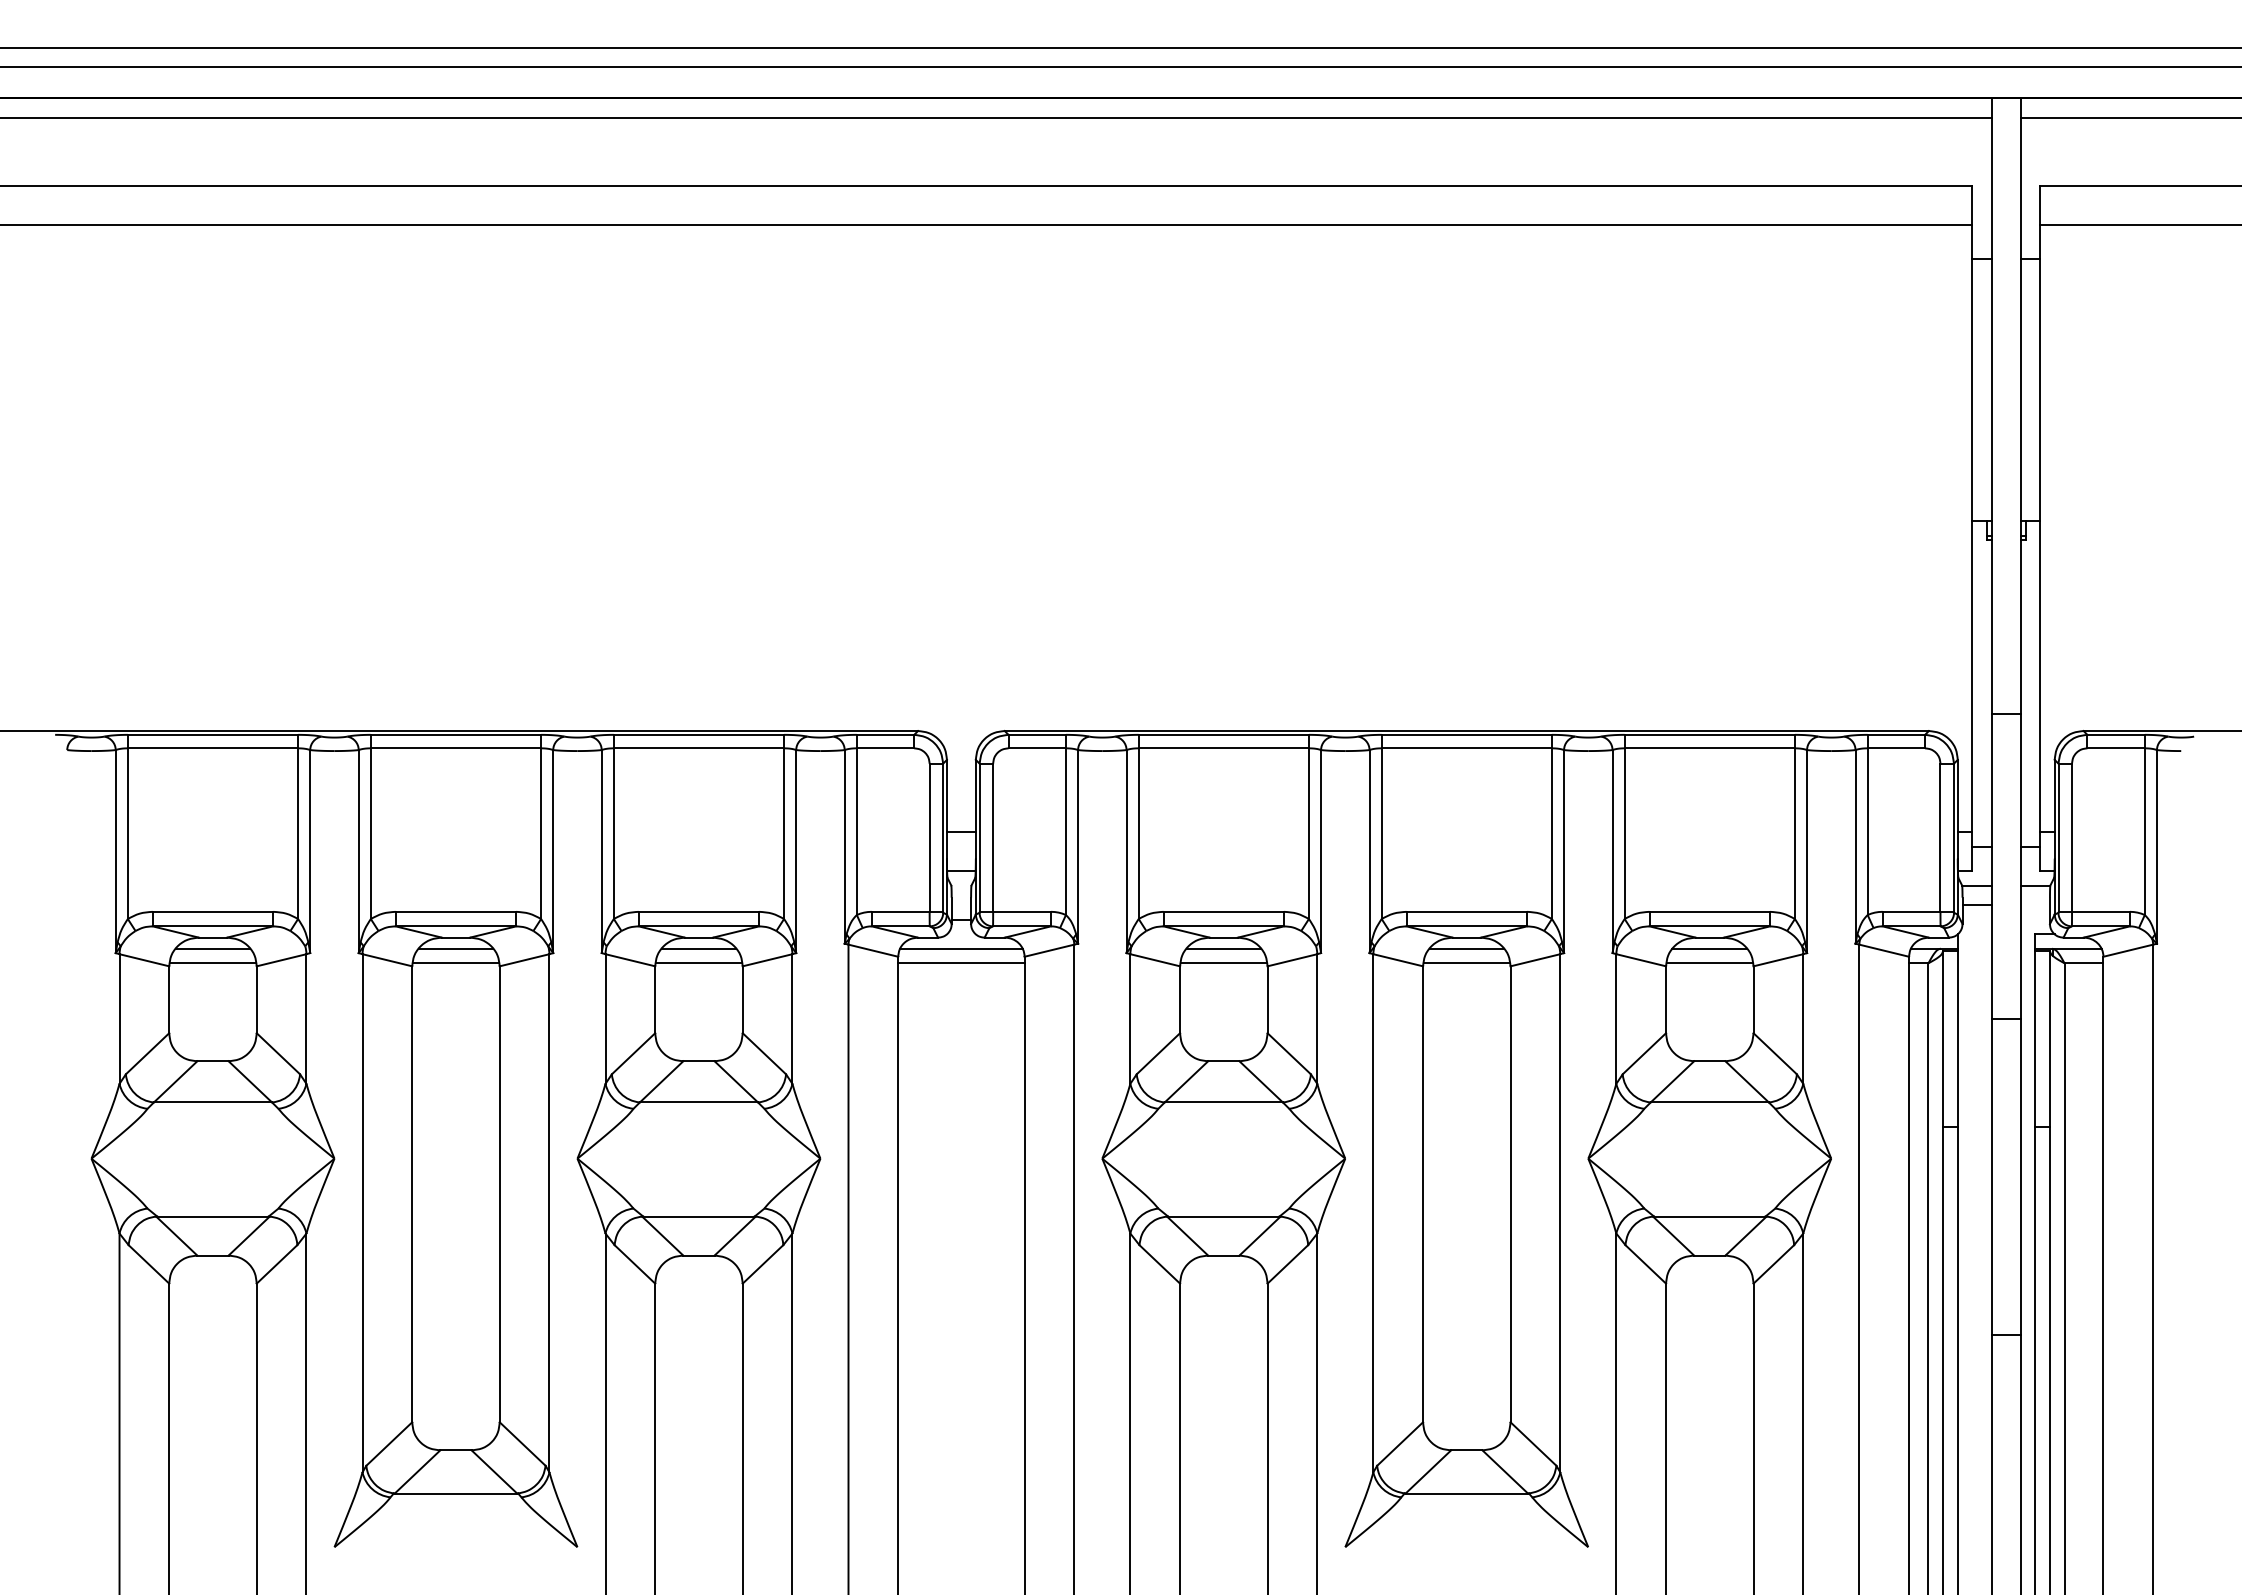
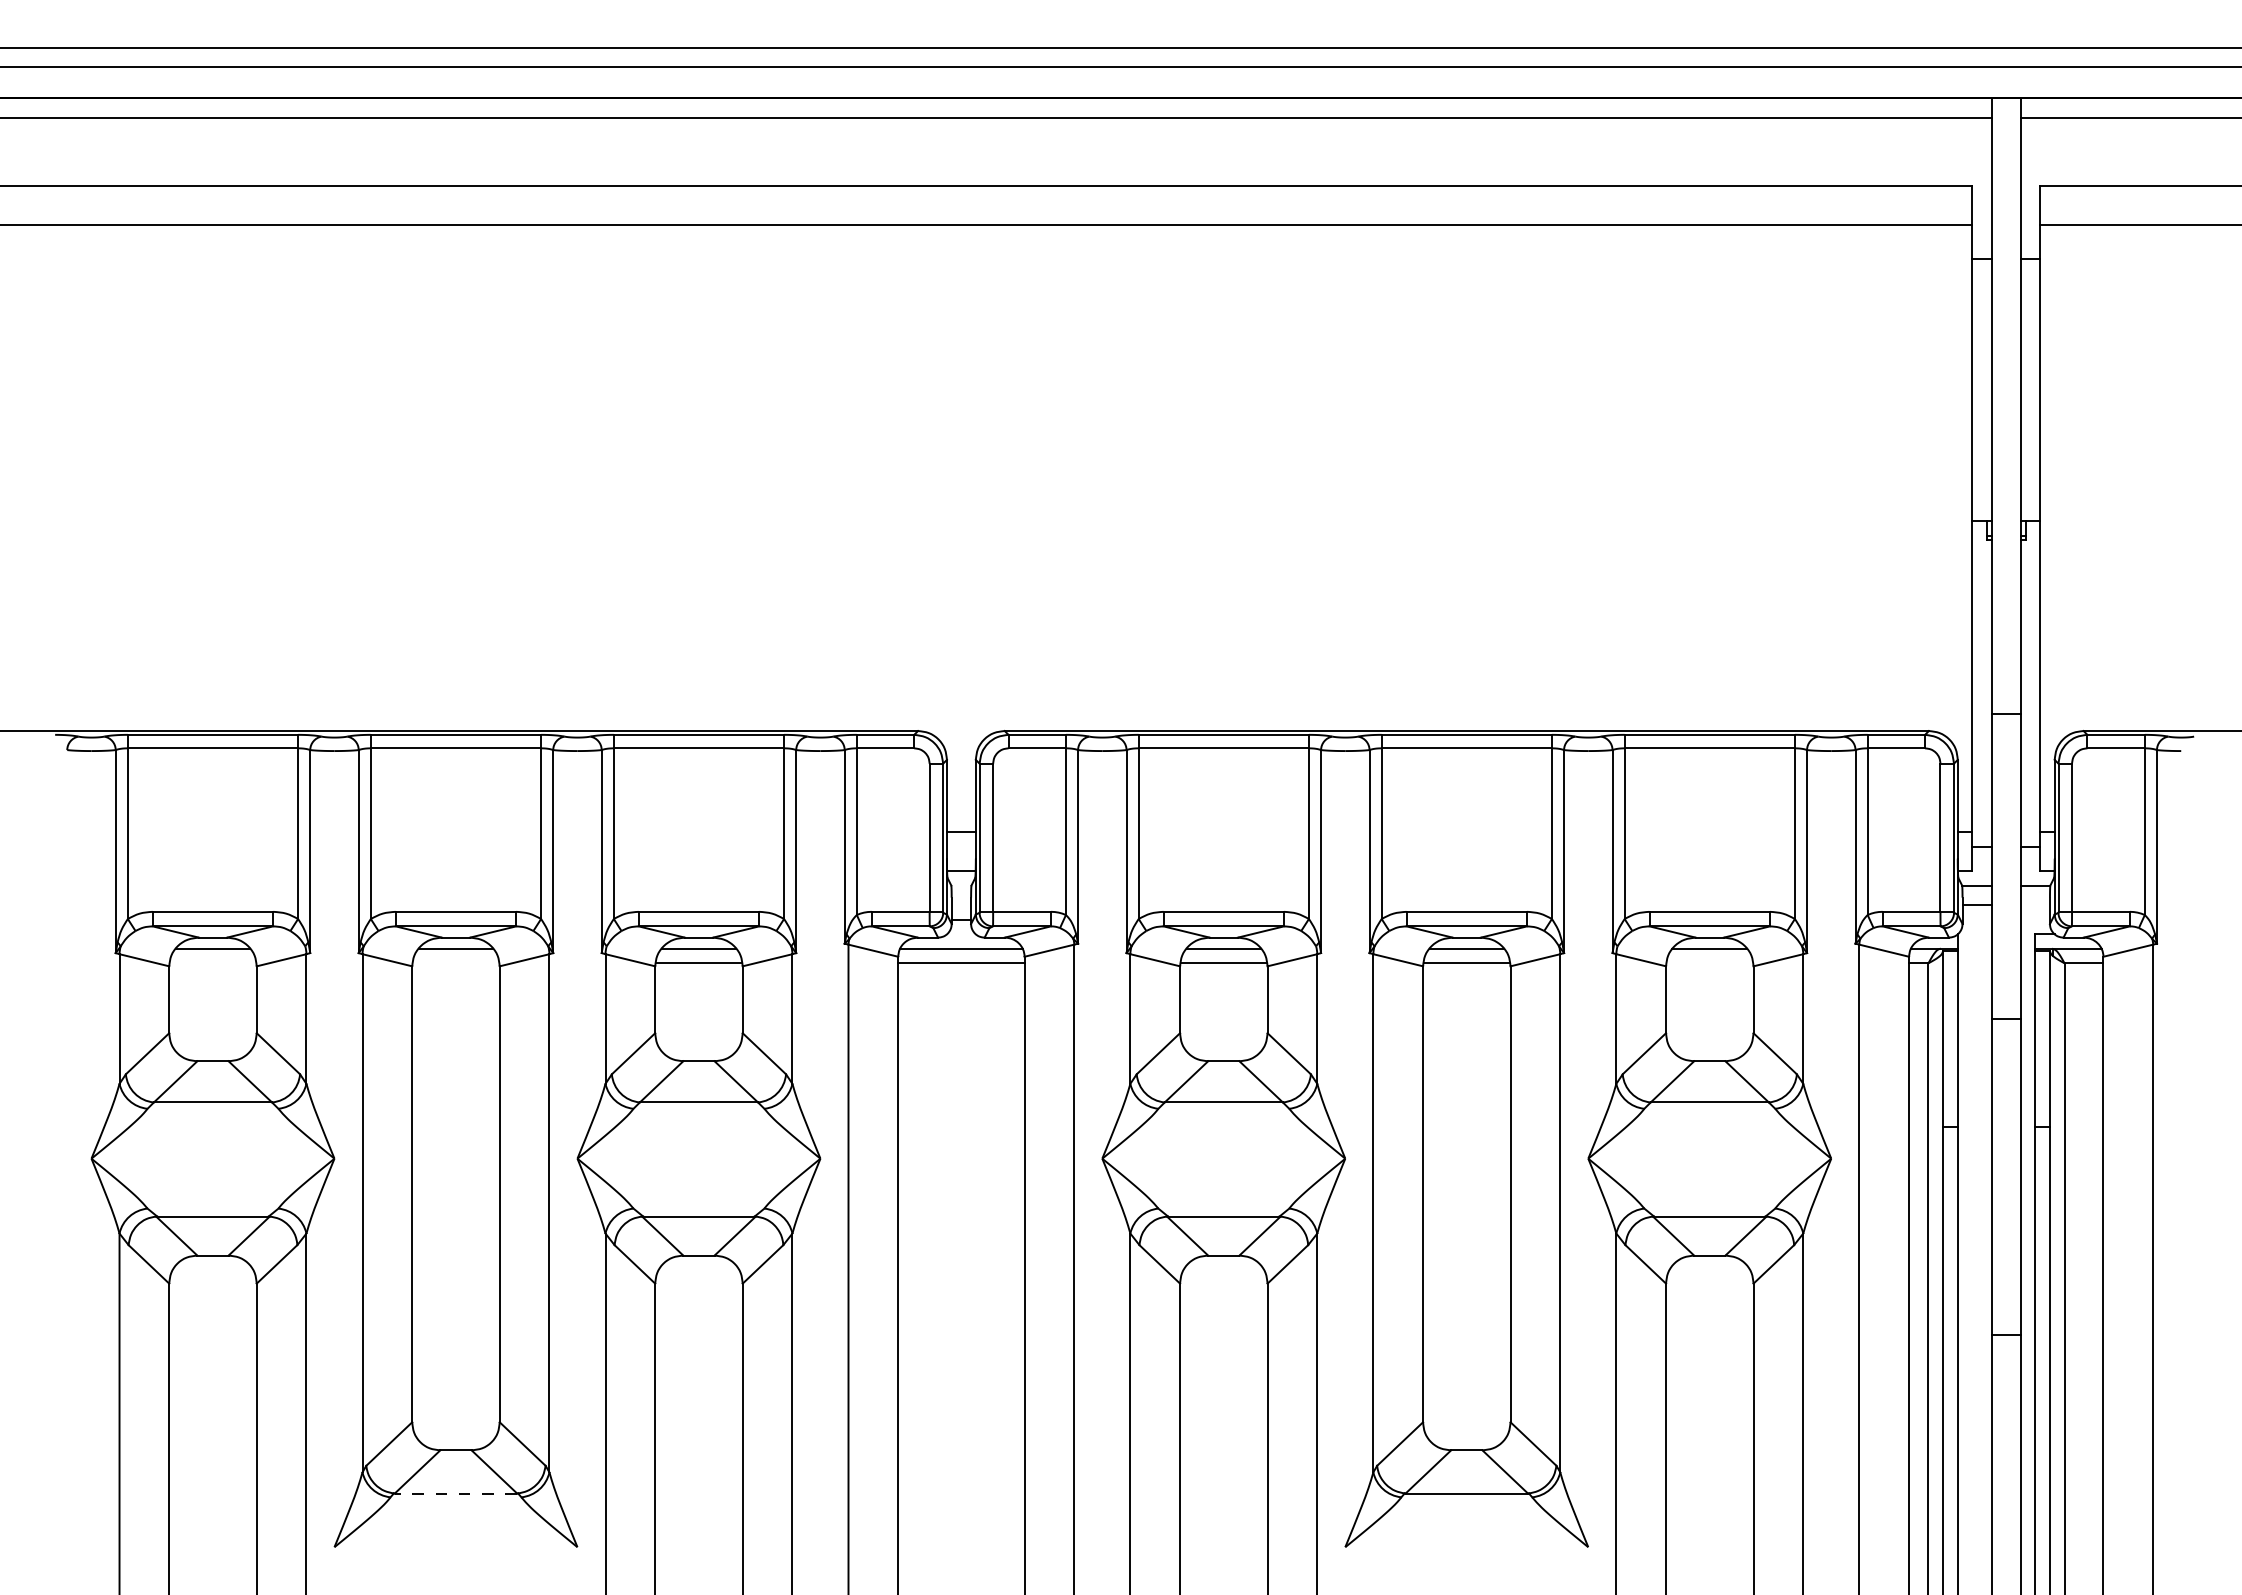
line at (212, 963): present -> none
line at (455, 963): present -> none
line at (1709, 963): present -> none
line at (455, 1493): solid -> dashed
